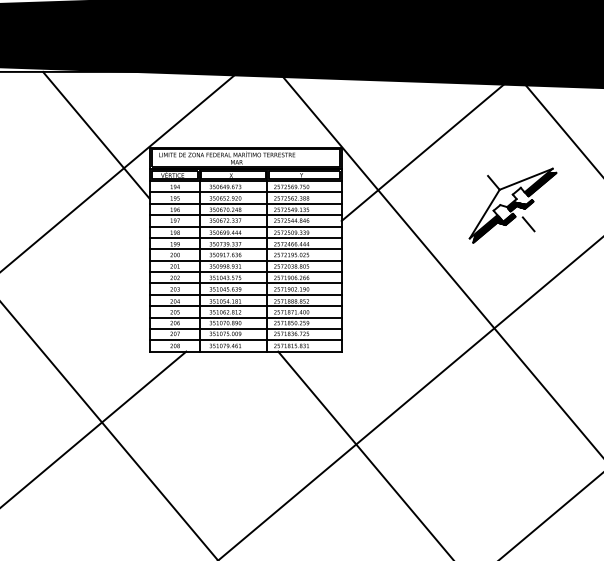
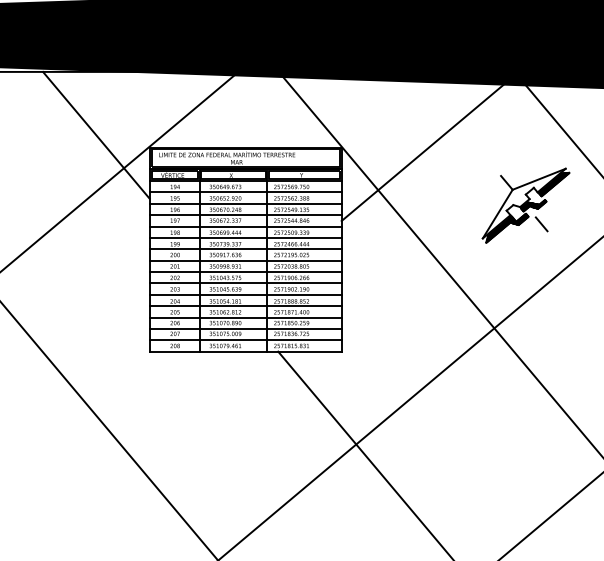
part at (512, 205) position: (512, 205) -> (525, 205)
line at (94, 428): present -> none
